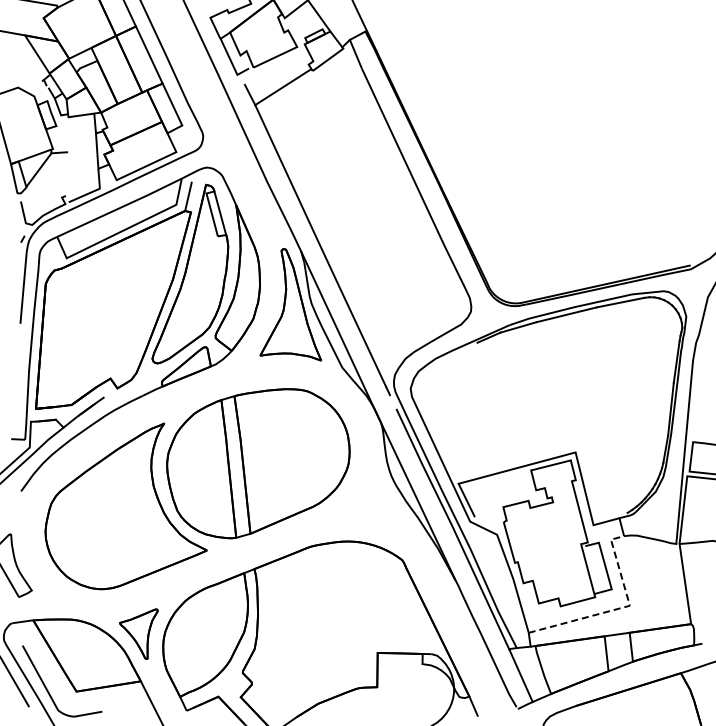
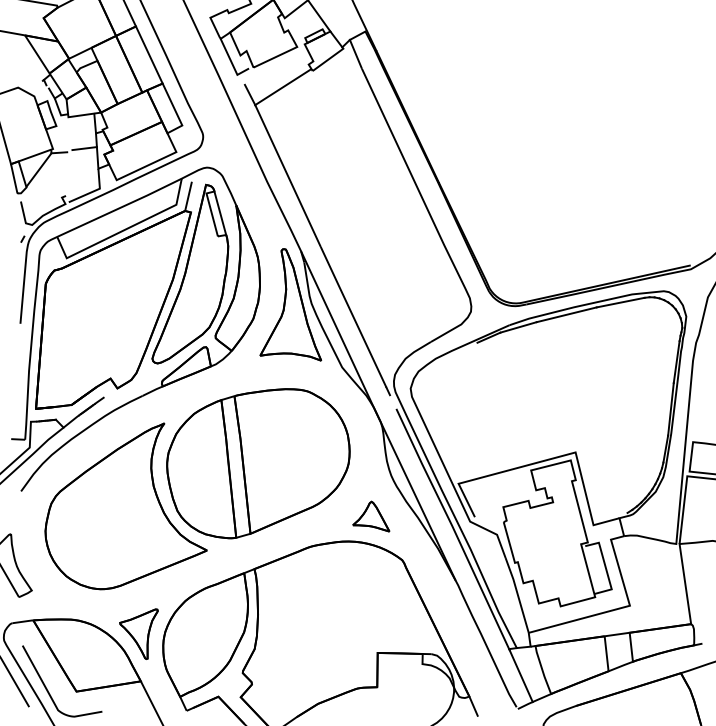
line at (84, 148): none -> present
part at (371, 516): none -> present
line at (620, 608): dashed -> solid
